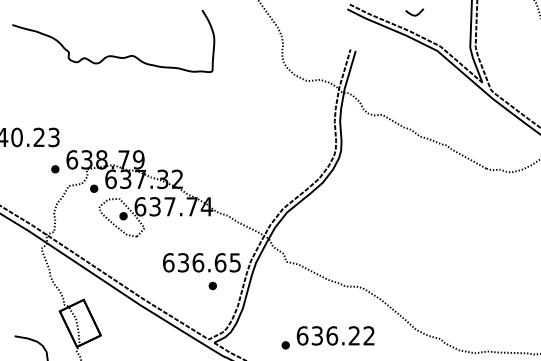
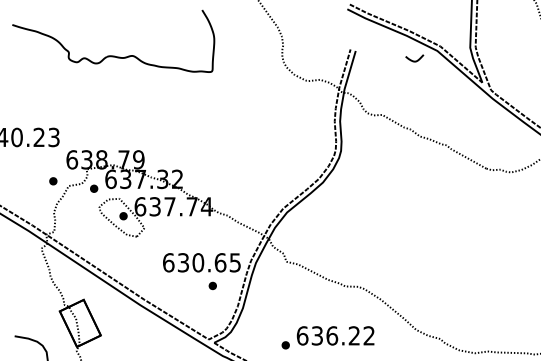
curve at (414, 14) position: (414, 14) -> (414, 60)
part at (55, 169) position: (55, 169) -> (53, 181)
text at (198, 262): 636.65 -> 630.65
